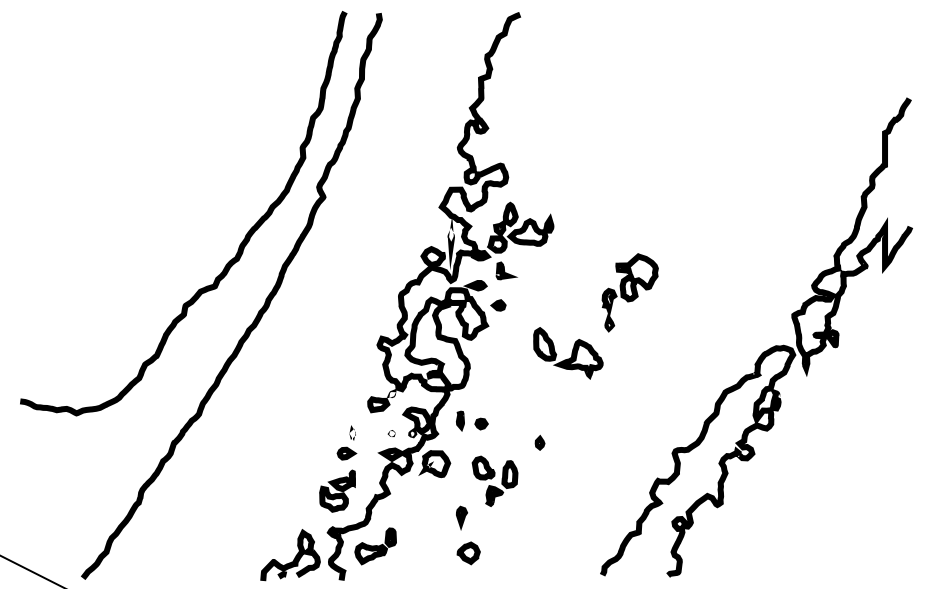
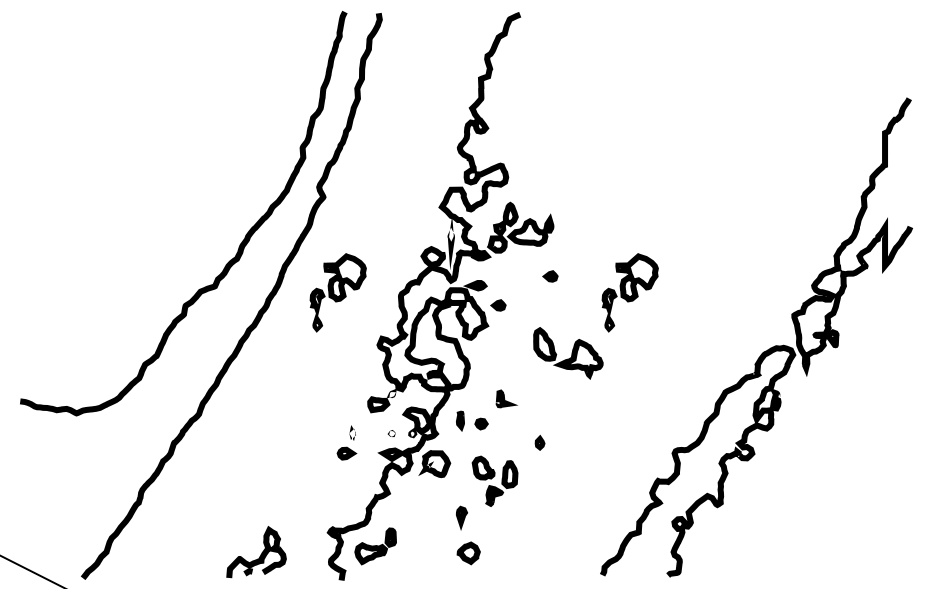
part at (506, 270) position: (506, 270) -> (506, 398)
part at (550, 276): none -> present
part at (337, 292): none -> present
part at (337, 490): present -> none
part at (290, 555) position: (290, 555) -> (256, 552)
